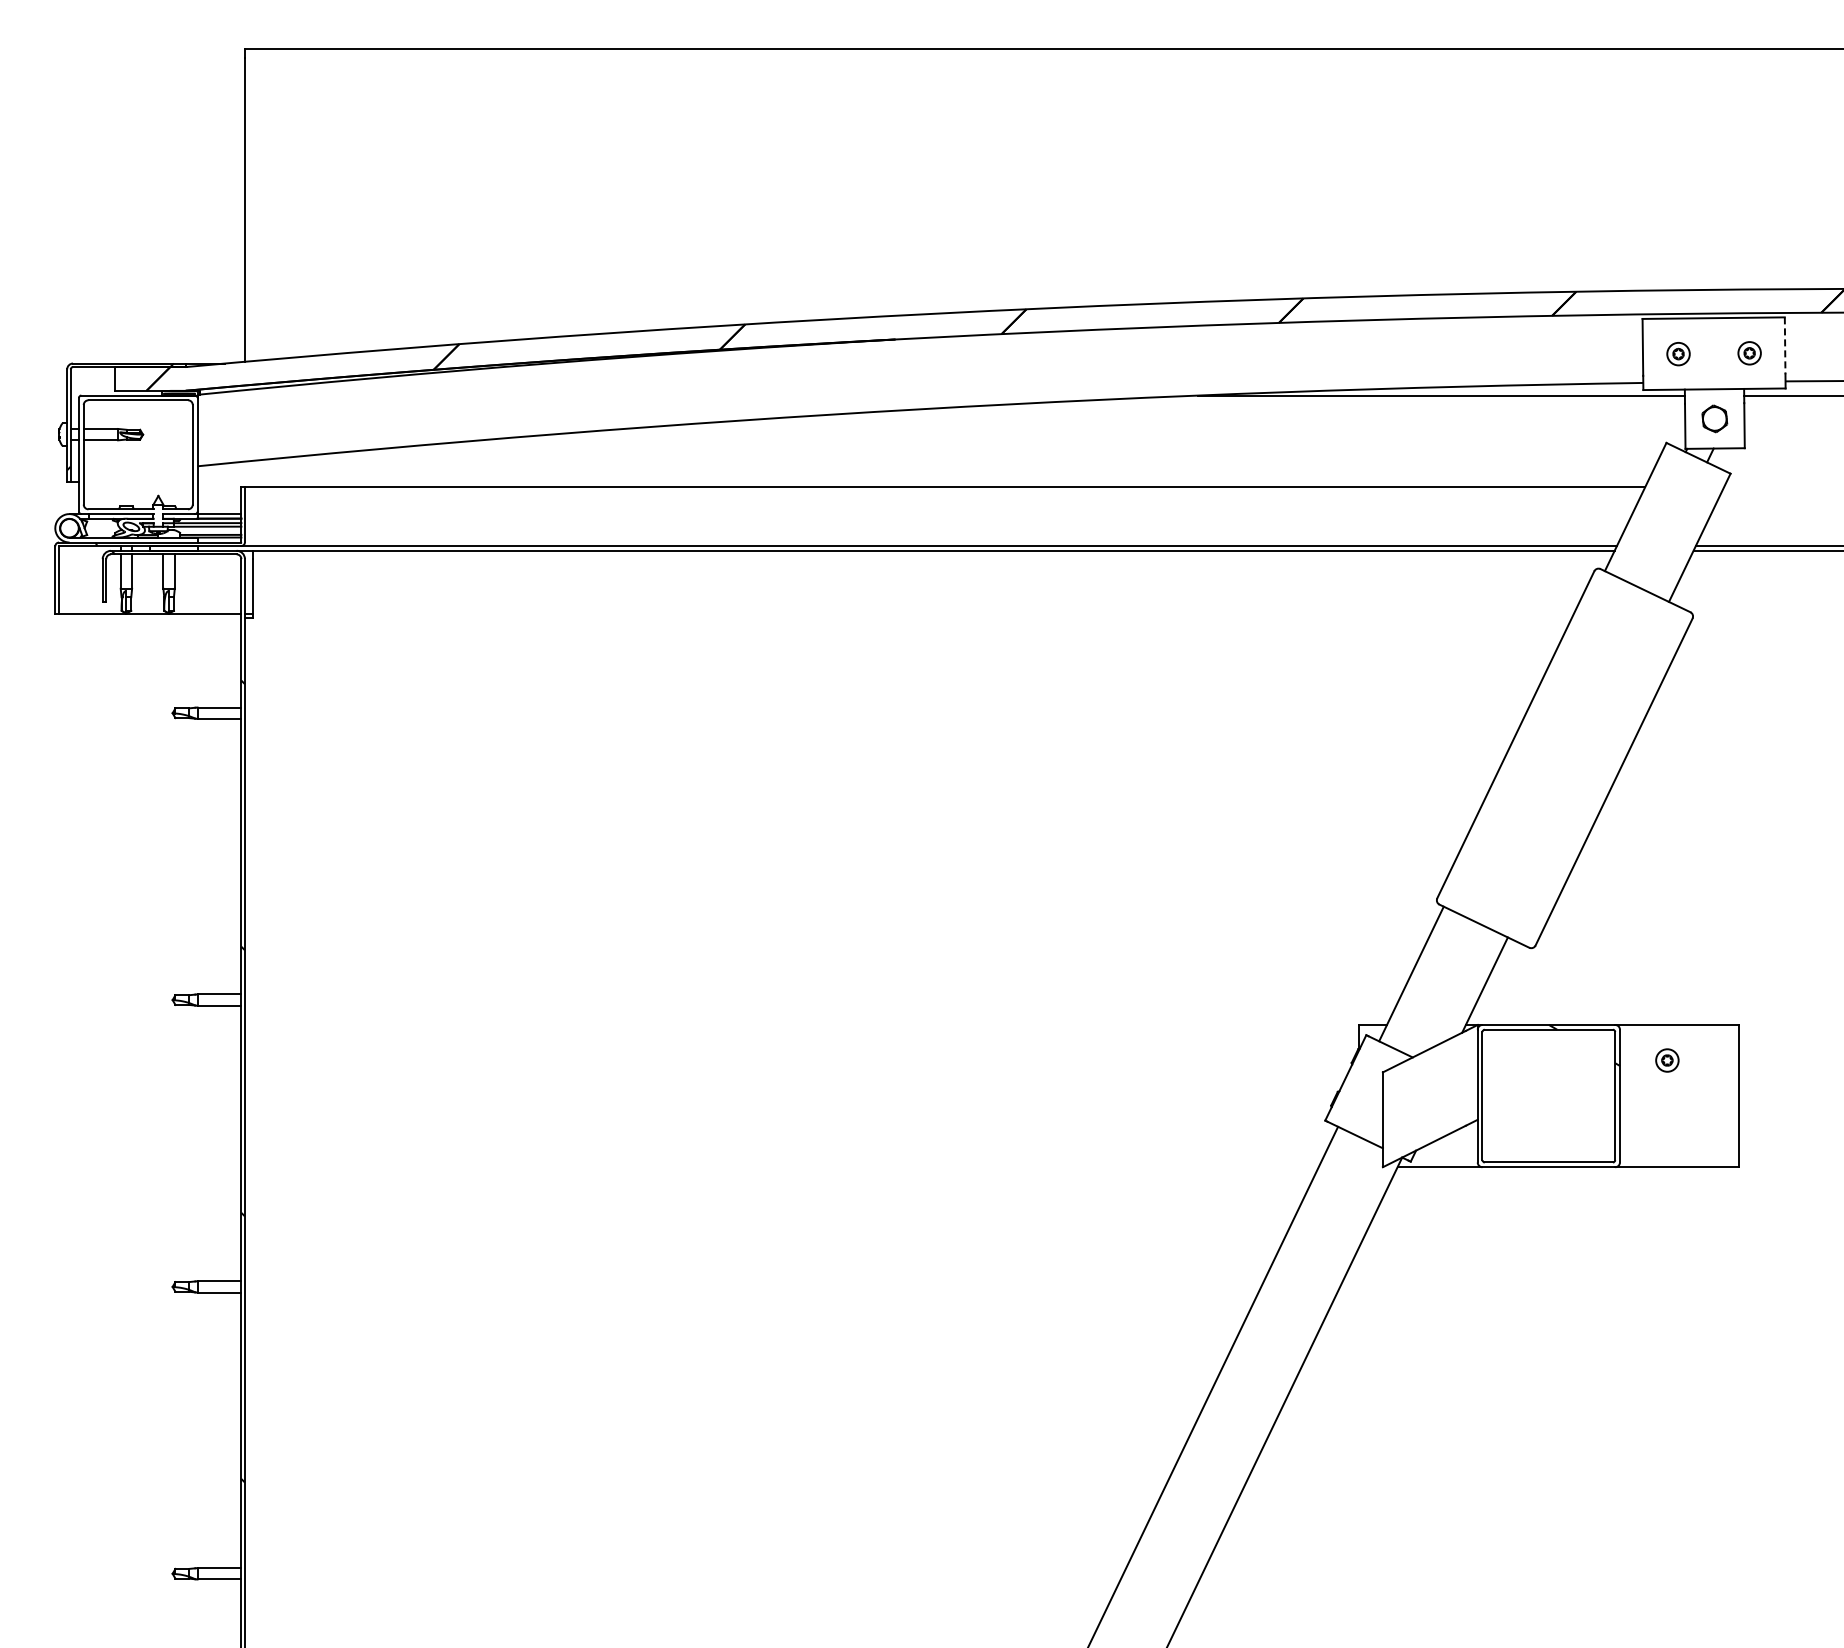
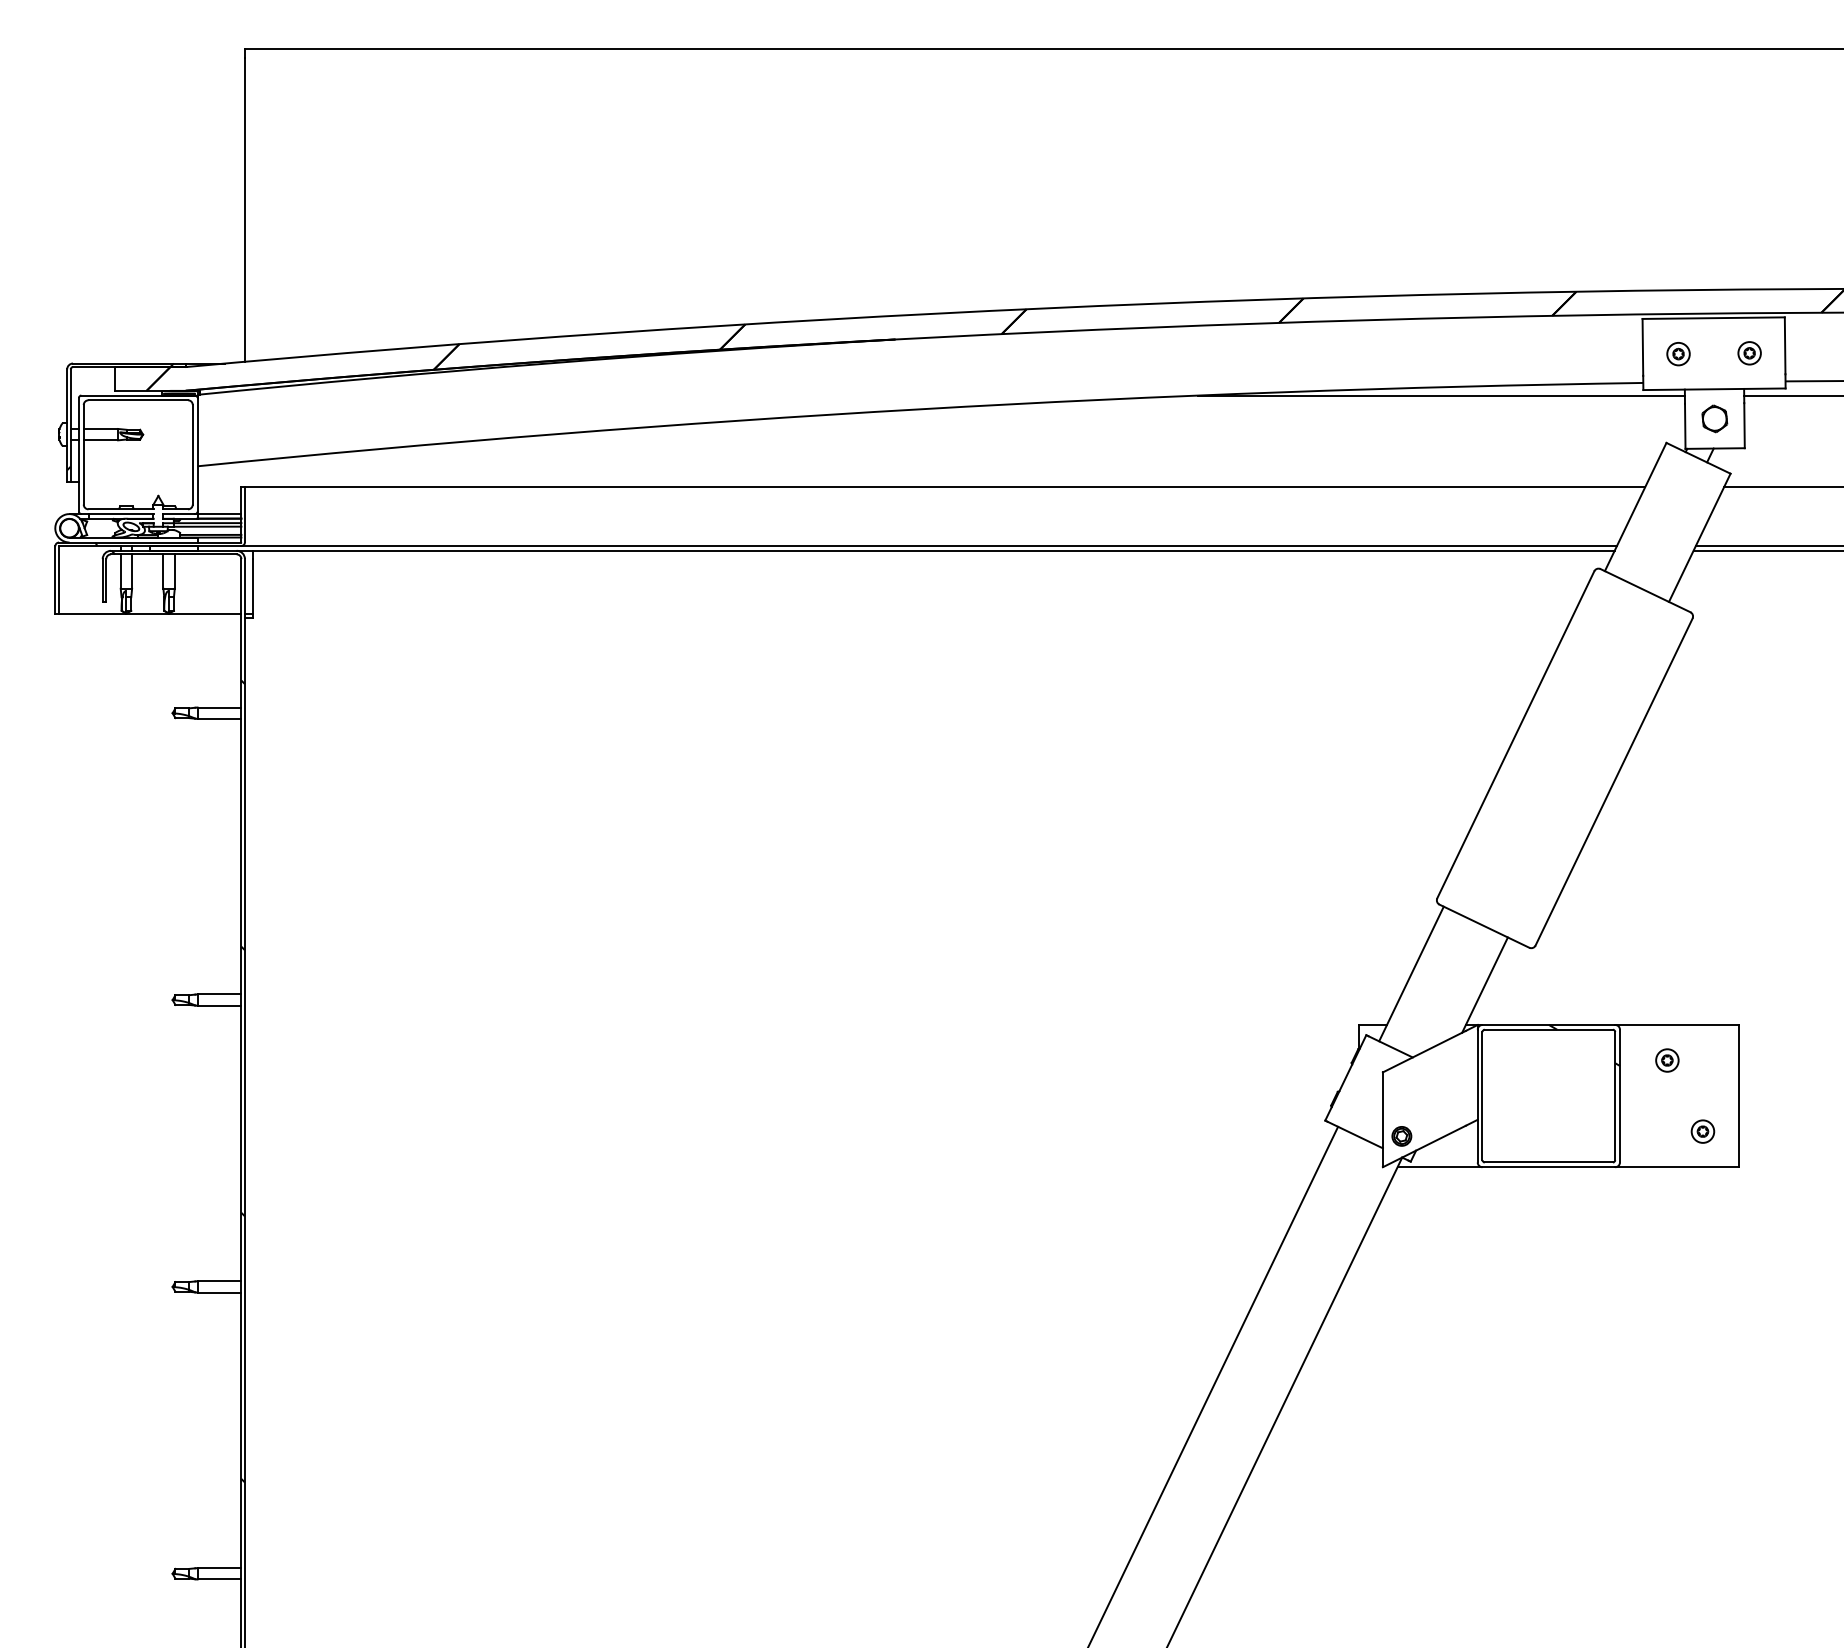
line at (1785, 346): dashed -> solid
line at (1782, 486): none -> present
part at (1702, 1131): none -> present
part at (1401, 1136): none -> present
